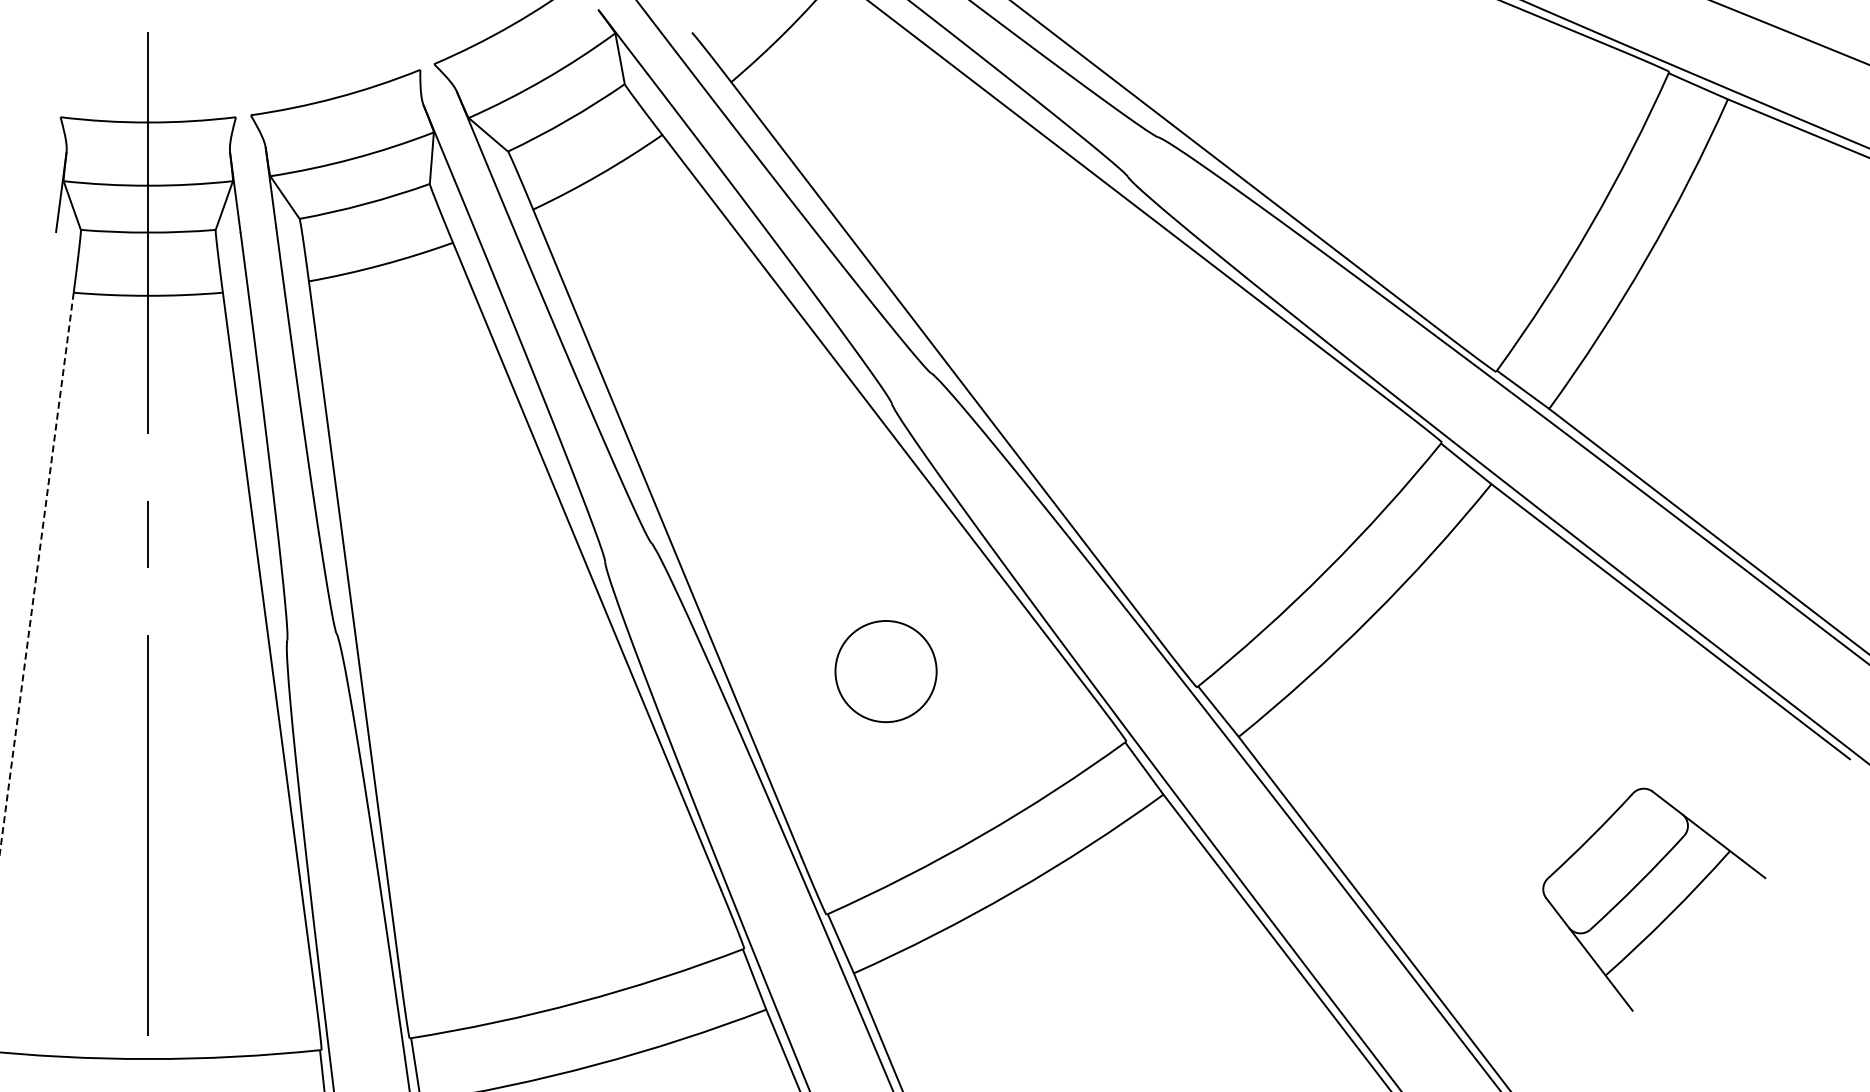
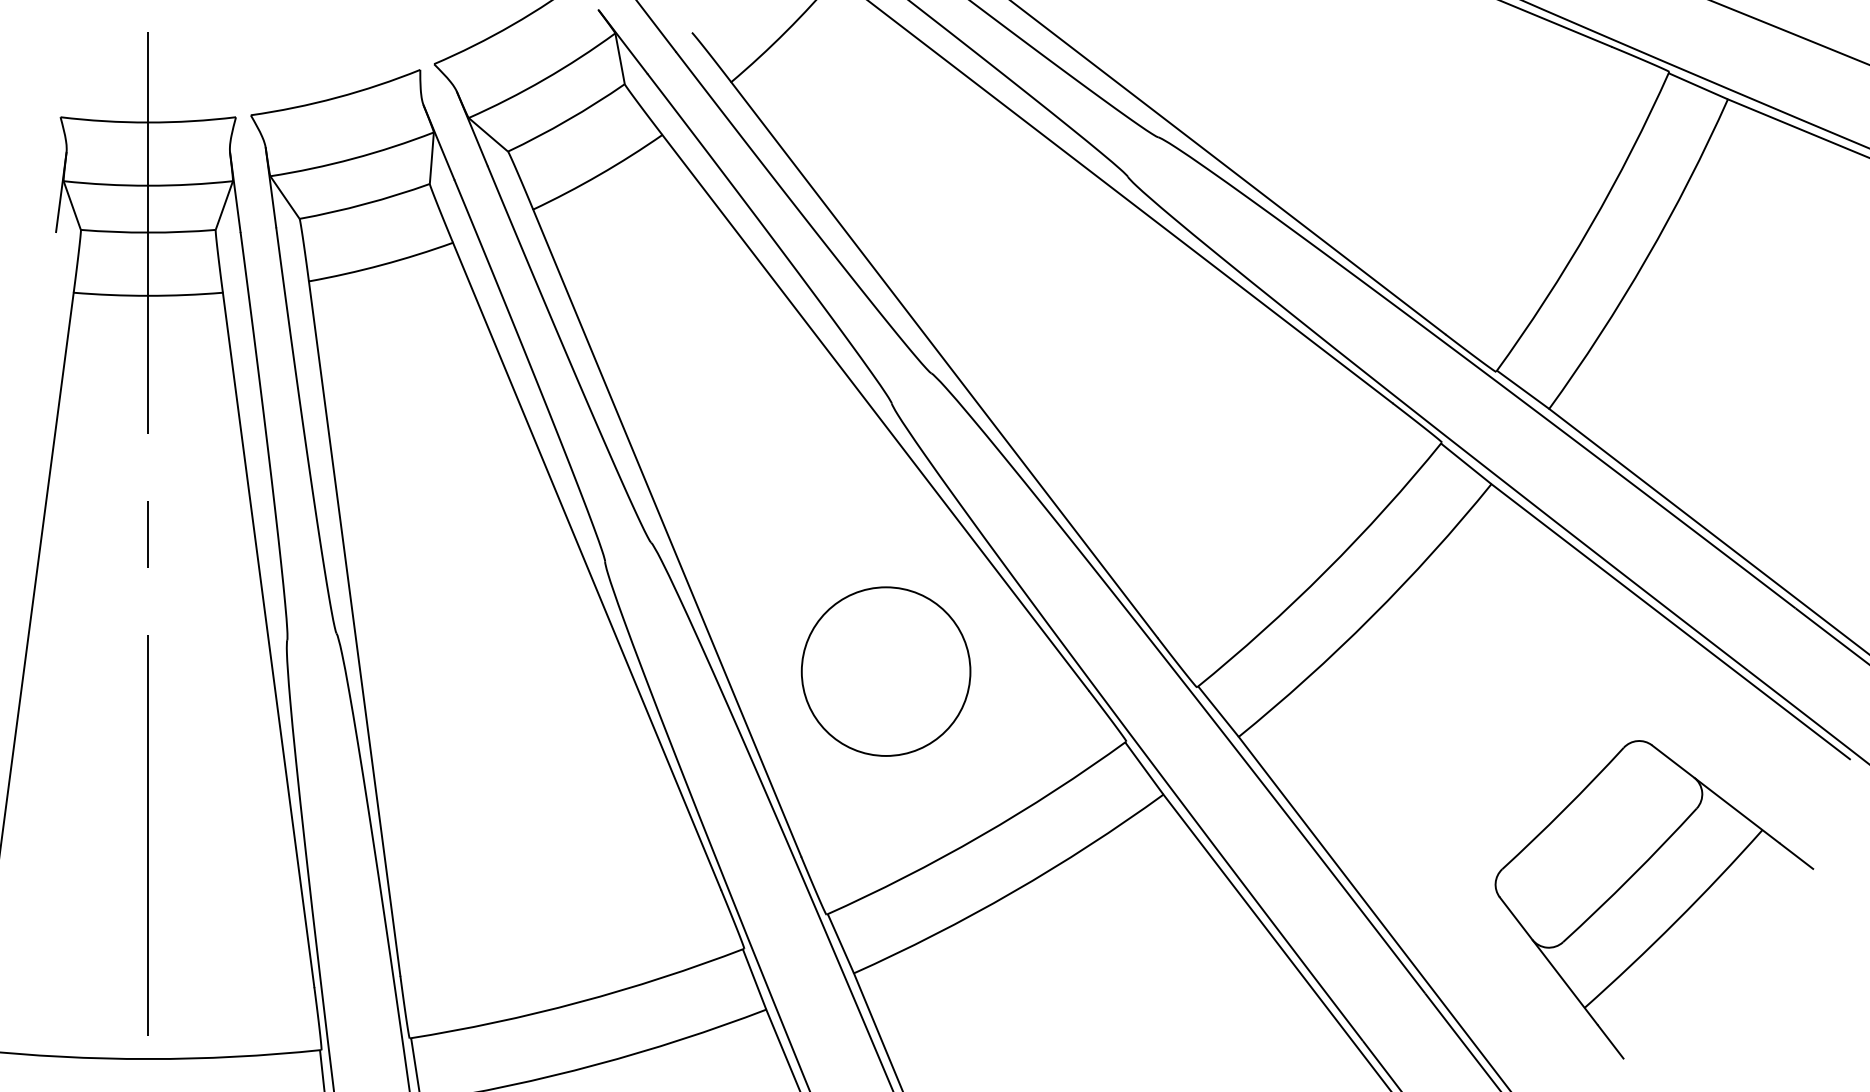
line at (36, 573): dashed -> solid
circle at (885, 671) size: 104x104 px -> 172x171 px
part at (1654, 899) size: 225x225 px -> 321x320 px
